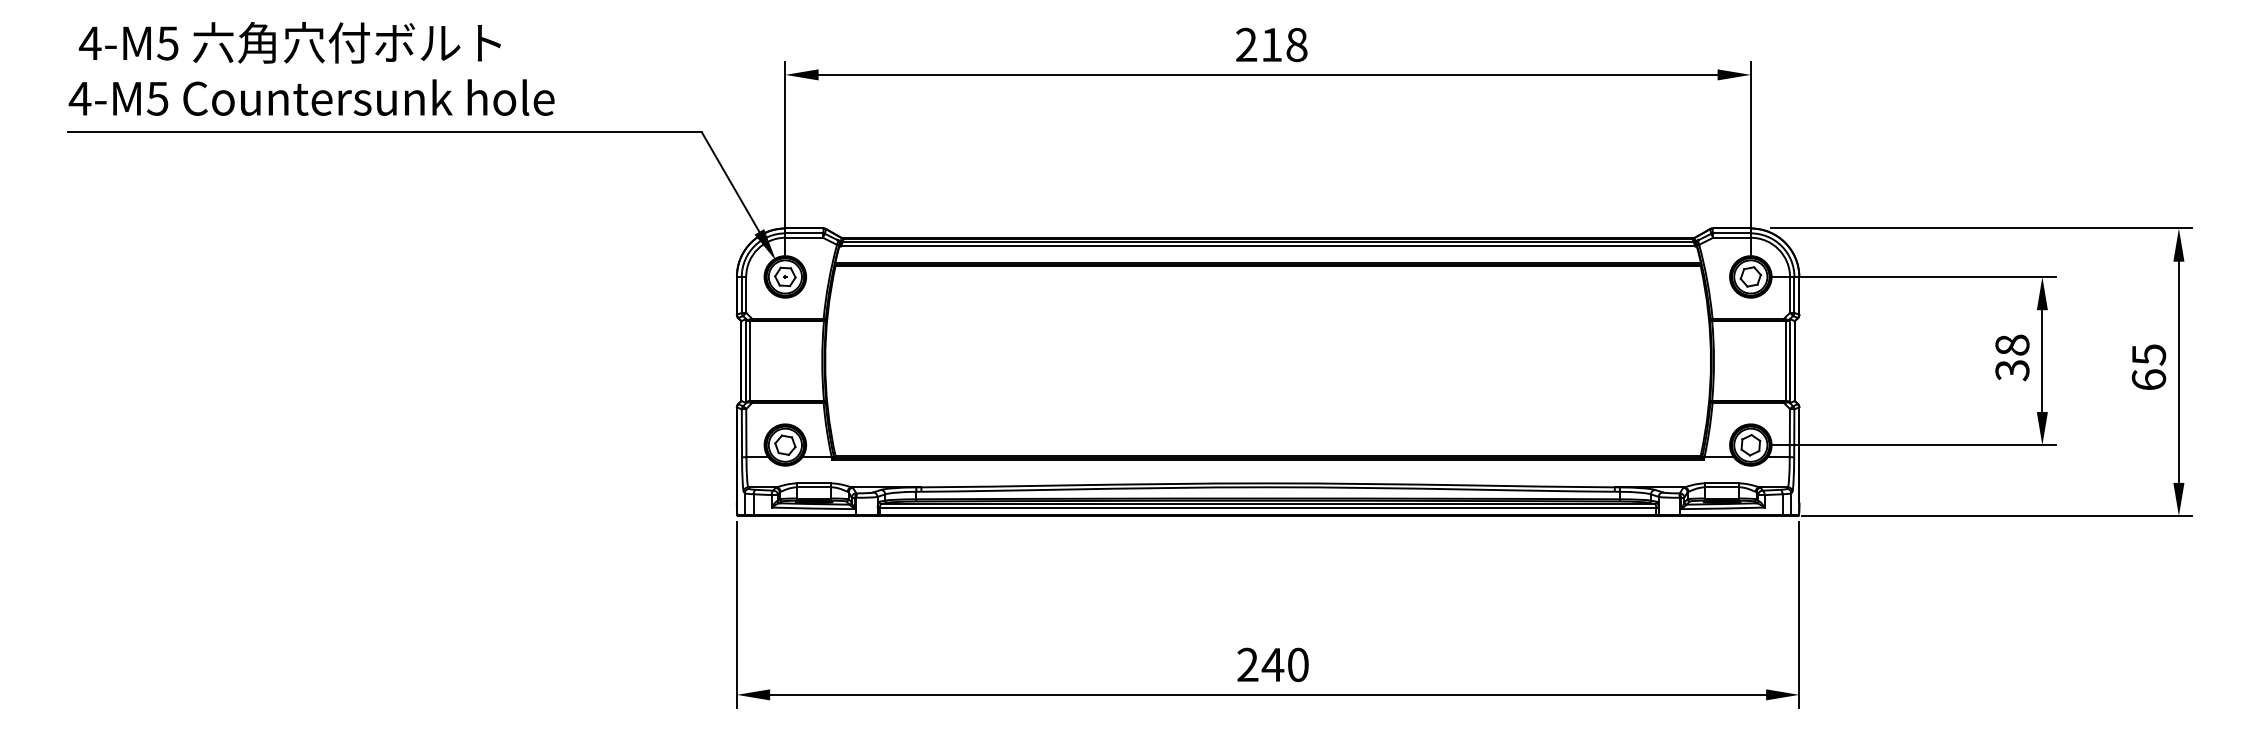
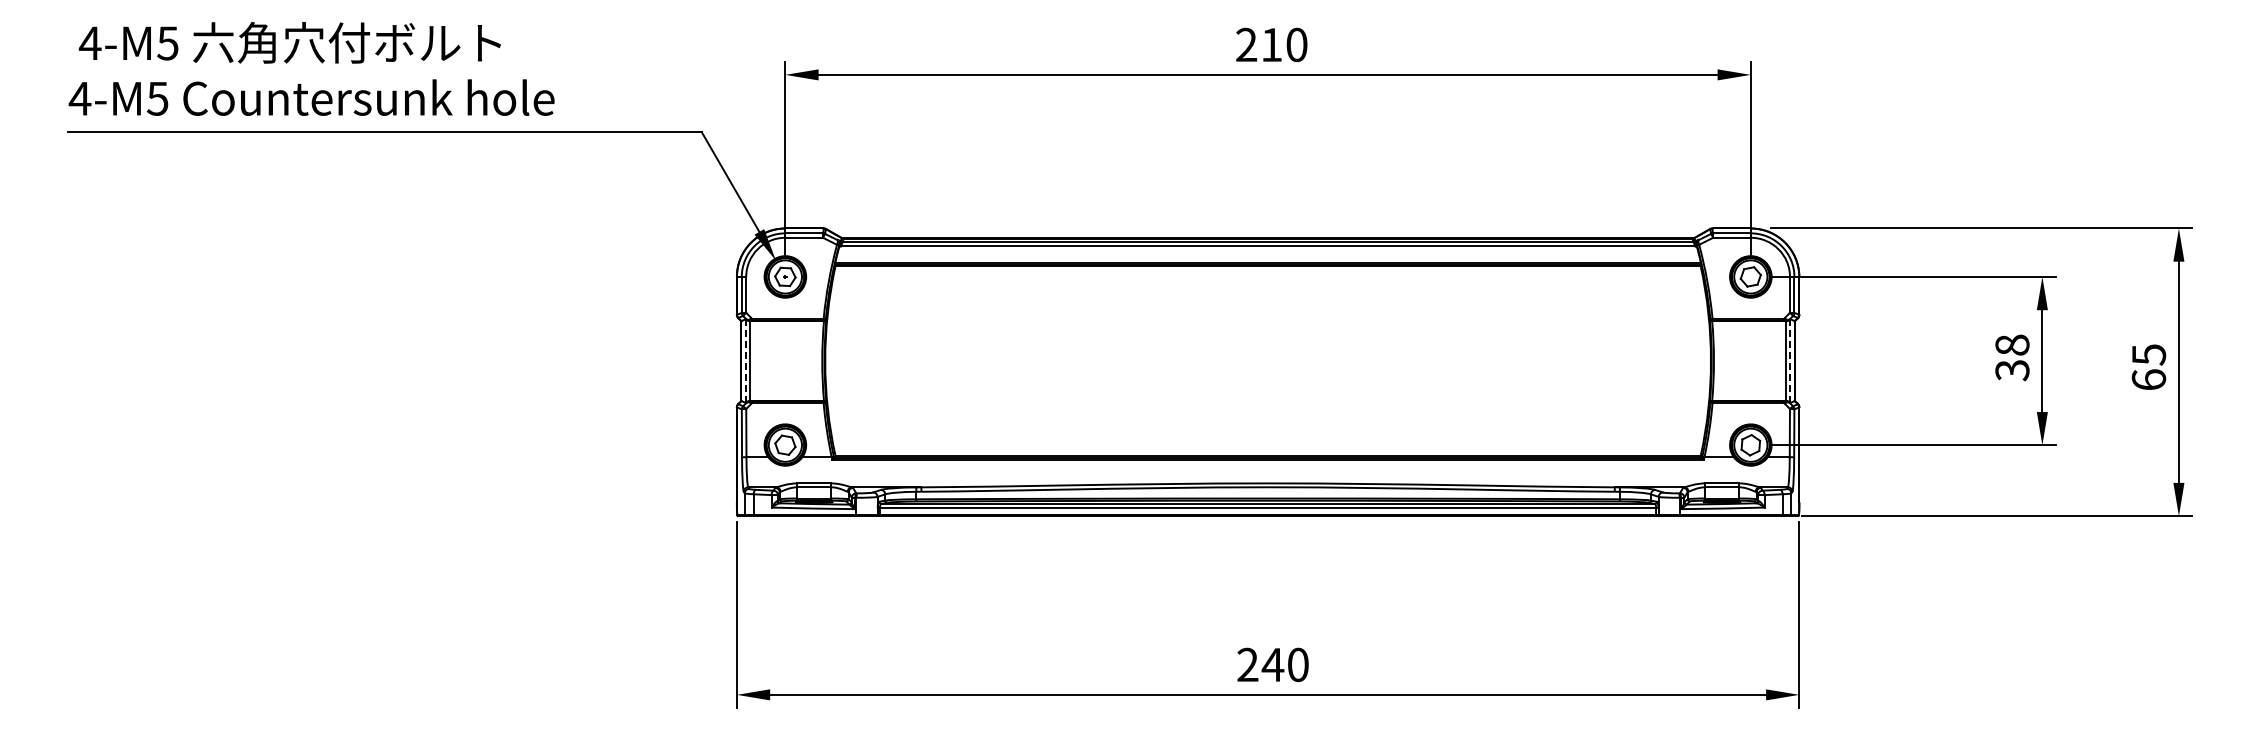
text at (1296, 44): 218 -> 210
line at (745, 361): solid -> dashed
line at (1790, 361): solid -> dashed
